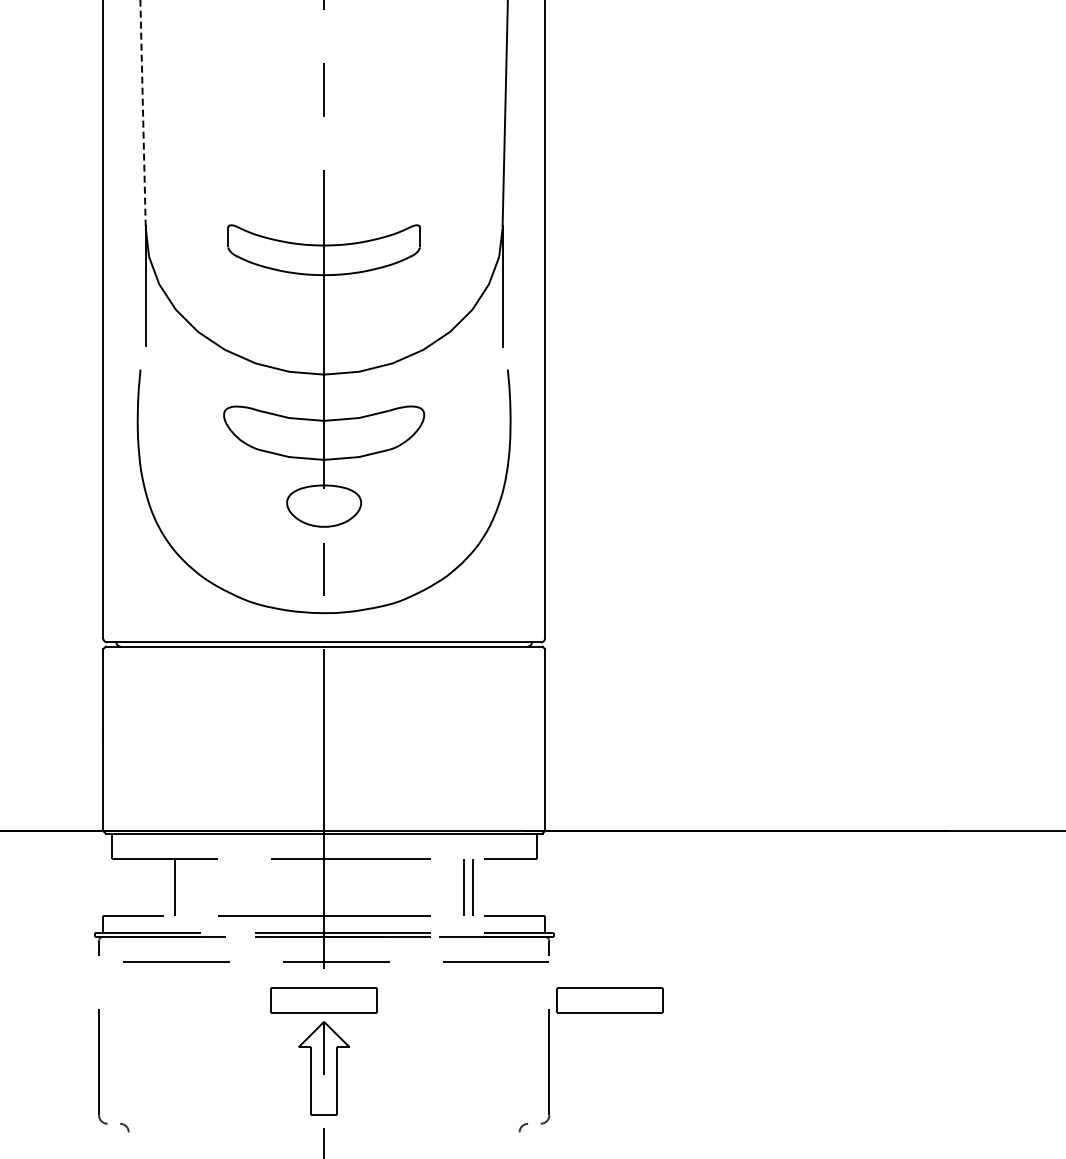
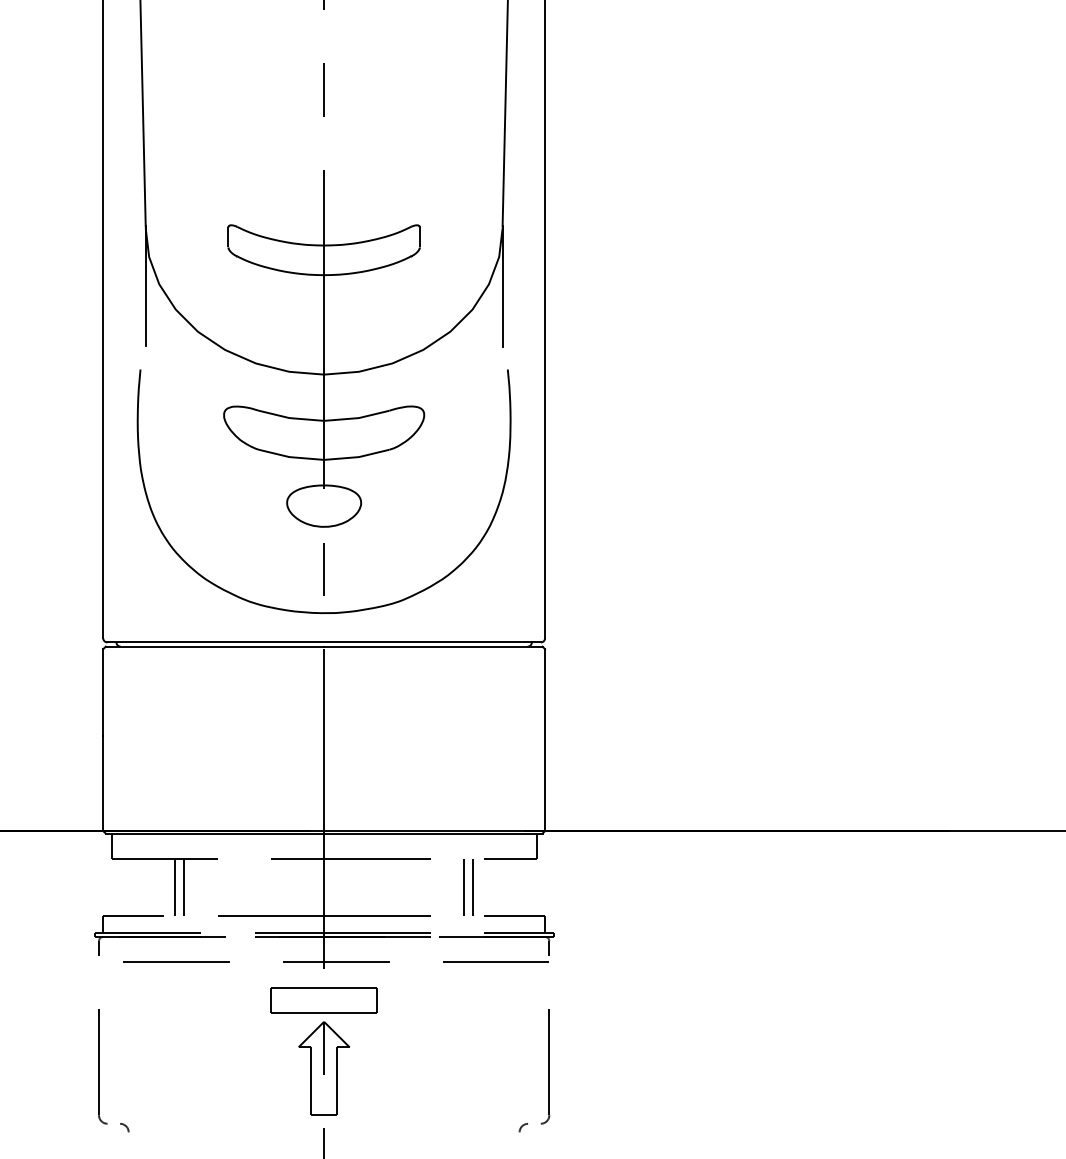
line at (143, 113): dashed -> solid
line at (184, 887): none -> present
part at (609, 1000): present -> none
